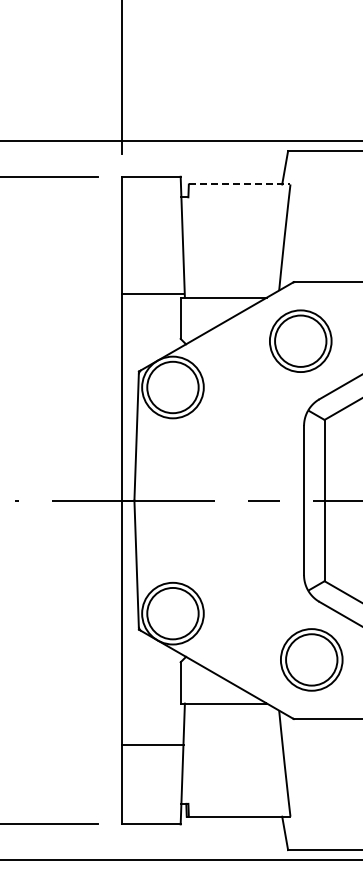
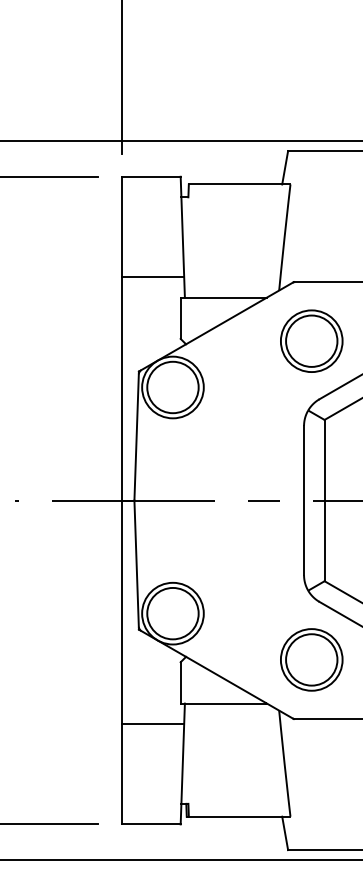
line at (239, 184): dashed -> solid
line at (152, 294) position: (152, 294) -> (152, 277)
part at (300, 340) position: (300, 340) -> (311, 340)
line at (152, 745) position: (152, 745) -> (152, 724)
